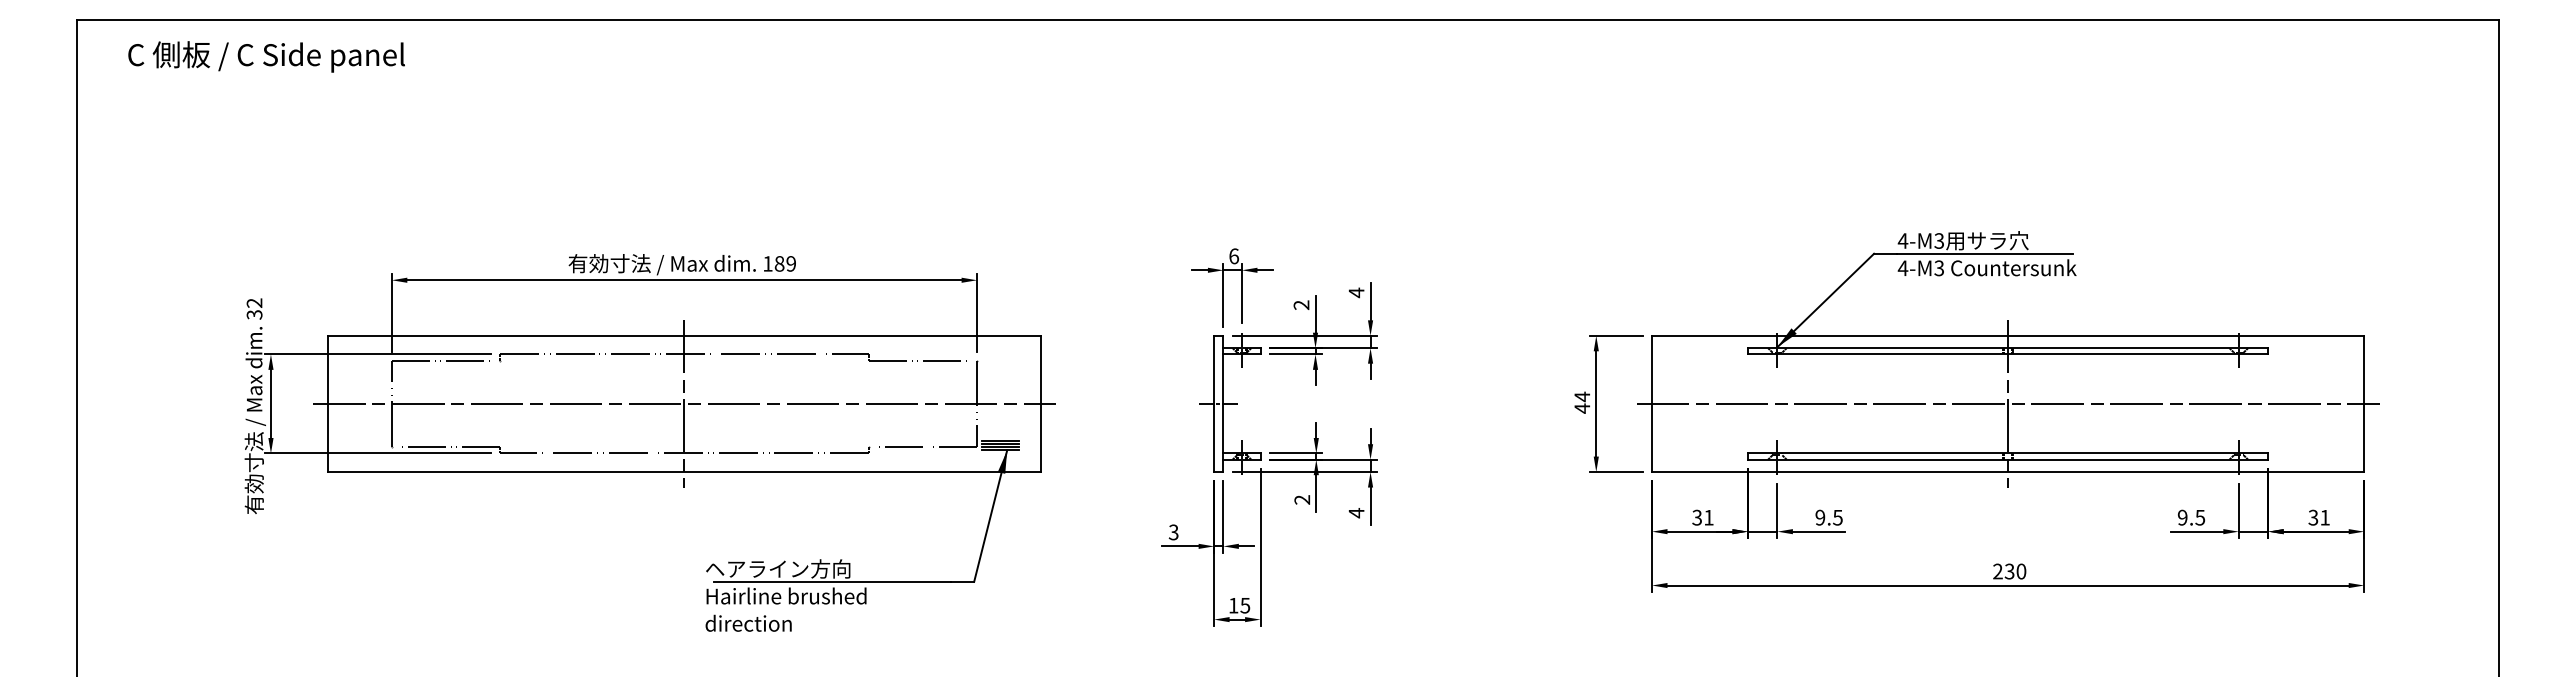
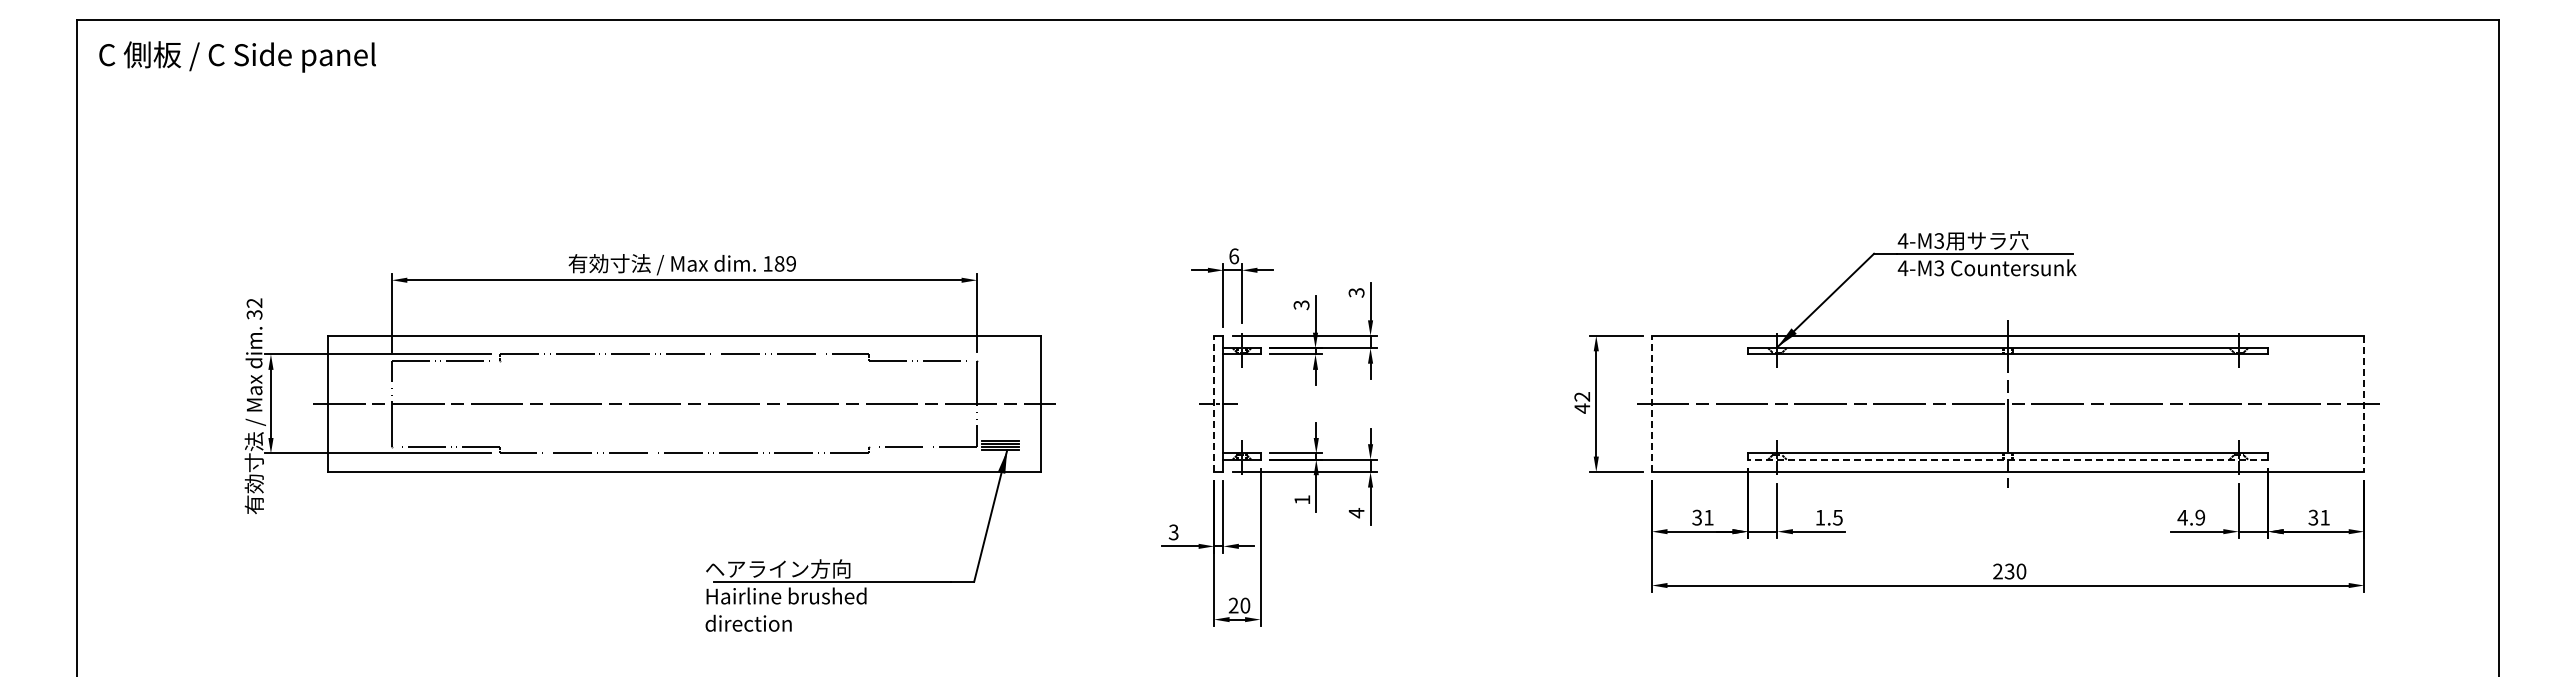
text at (266, 56) position: (266, 56) -> (237, 56)
text at (1356, 292): 4 -> 3
text at (1301, 305): 2 -> 3
text at (1582, 396): 44 -> 42
line at (684, 403): present -> none
line at (1214, 403): solid -> dashed
line at (1652, 403): solid -> dashed
line at (2364, 404): solid -> dashed
line at (2007, 459): solid -> dashed
text at (1302, 499): 2 -> 1
text at (1820, 517): 9.5 -> 1.5
text at (2191, 517): 9.5 -> 4.9
text at (1239, 605): 15 -> 20
